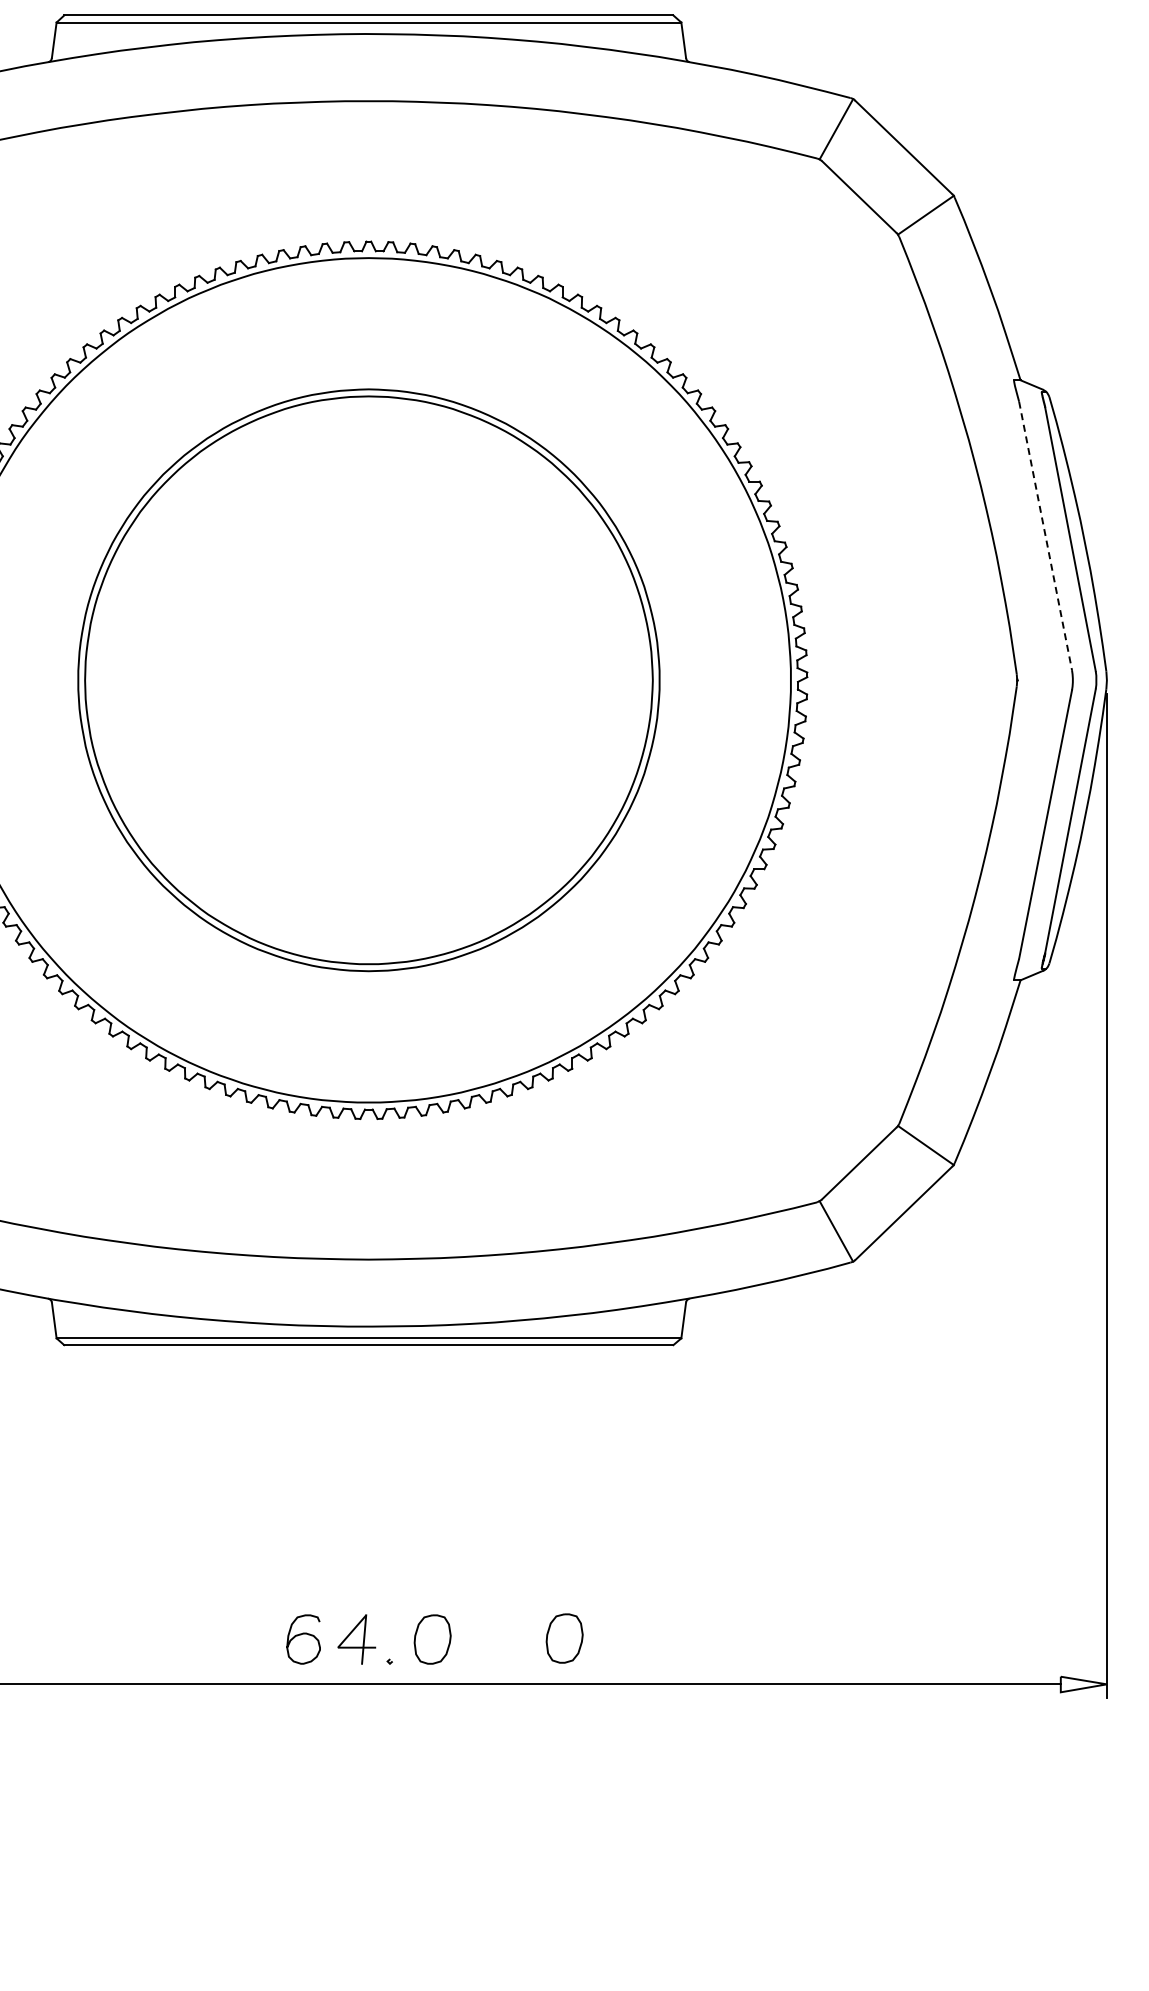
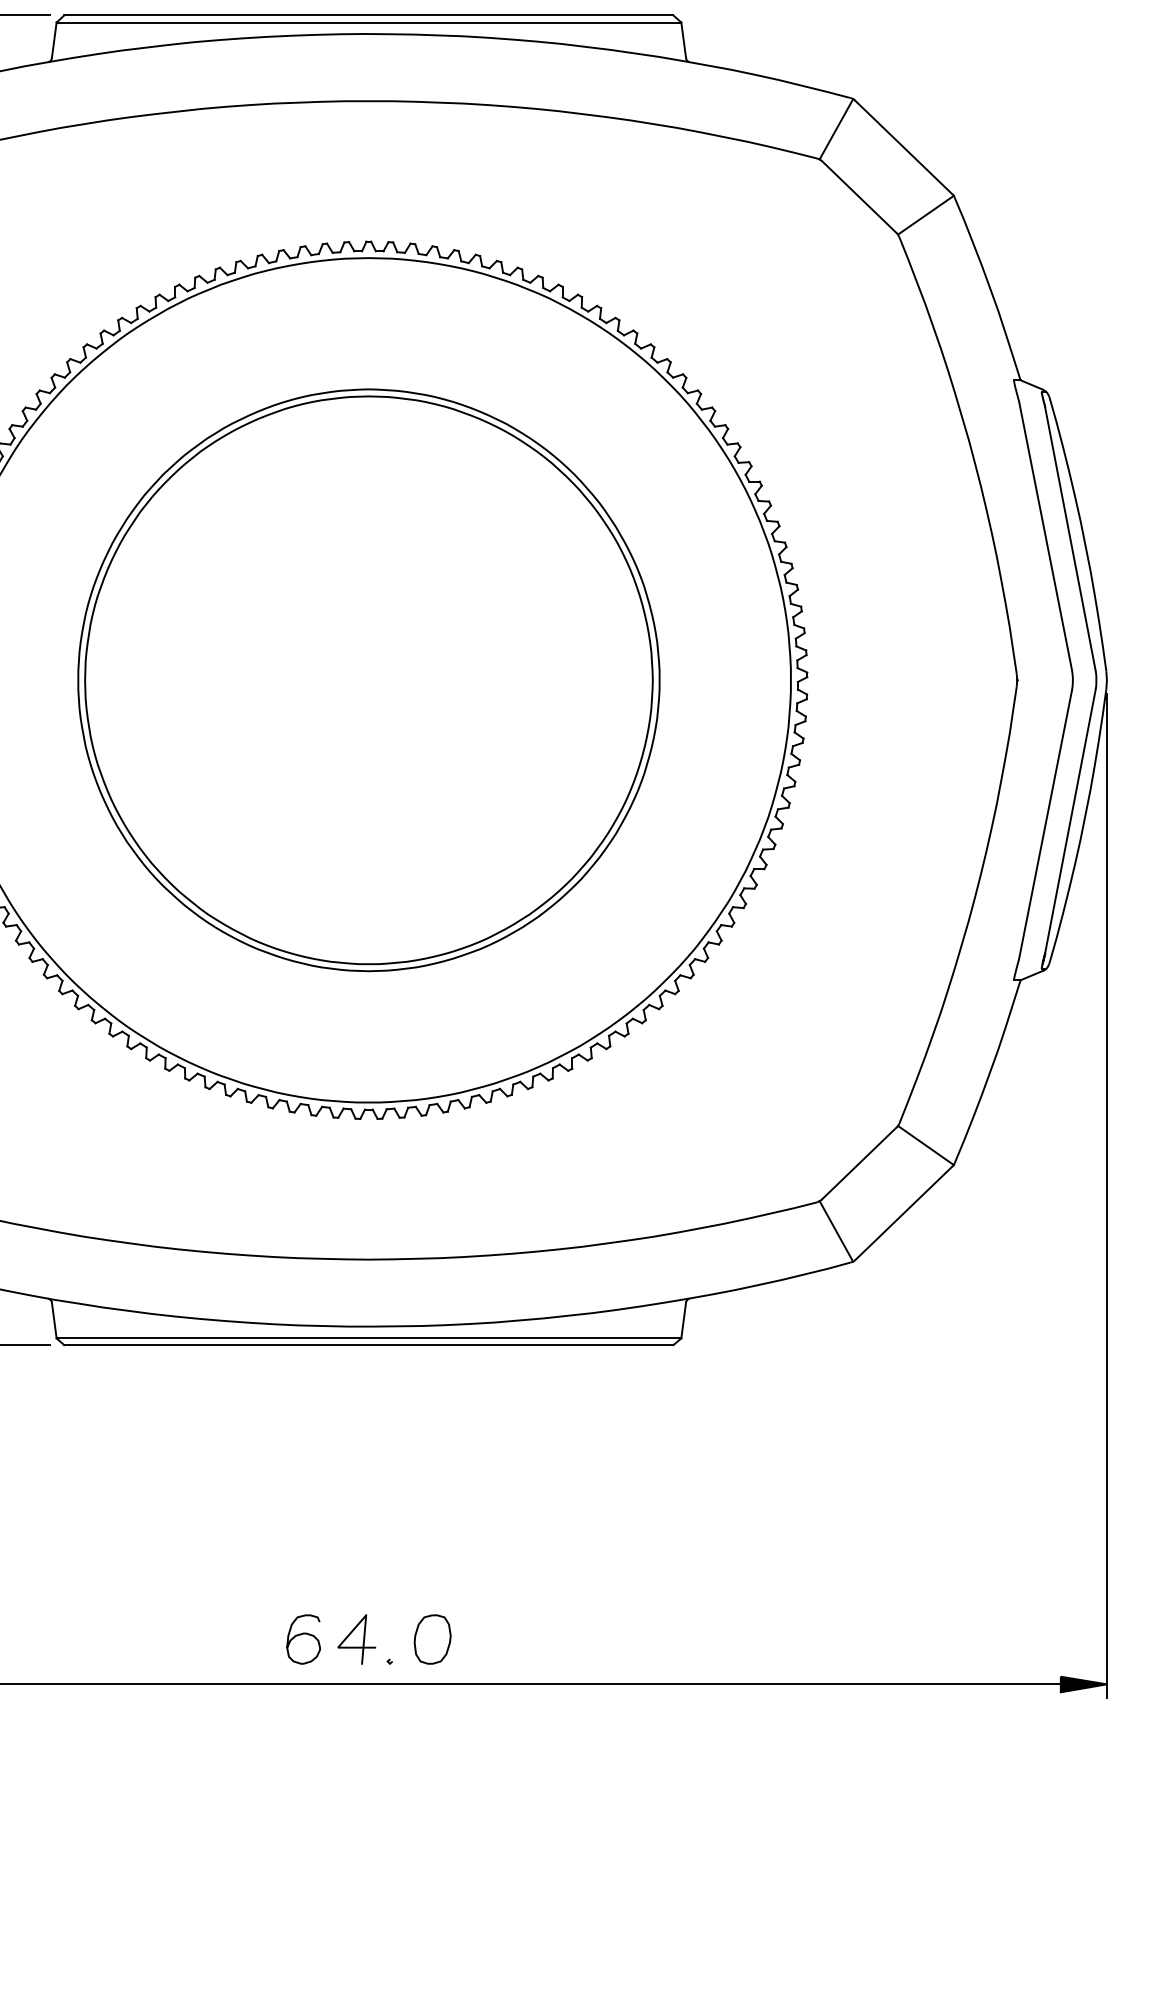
line at (26, 15): none -> present
line at (1045, 535): dashed -> solid
line at (26, 1345): none -> present
part at (564, 1638): present -> none
fill at (1083, 1684): none -> present
